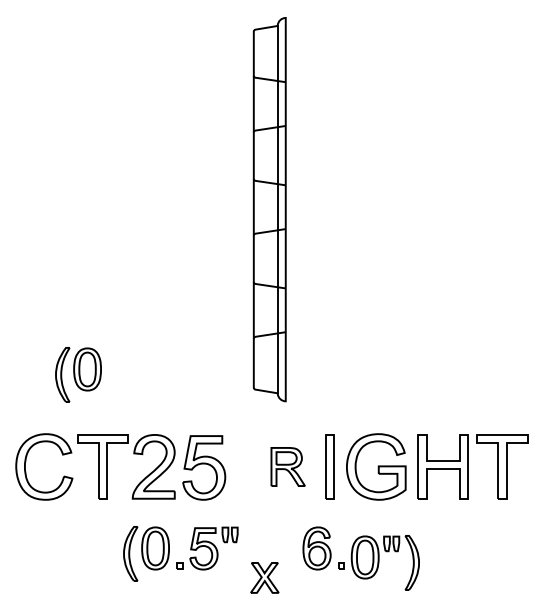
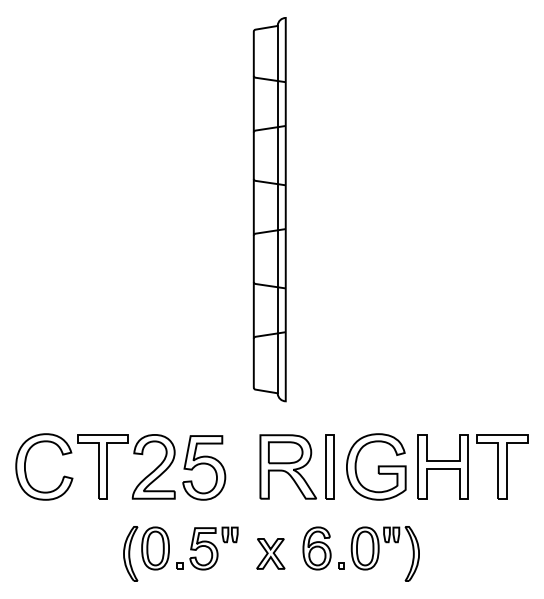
part at (78, 374): present -> none
part at (287, 466) size: 36x40 px -> 58x66 px
part at (384, 562) position: (384, 562) -> (384, 553)
part at (264, 577) position: (264, 577) -> (270, 553)
